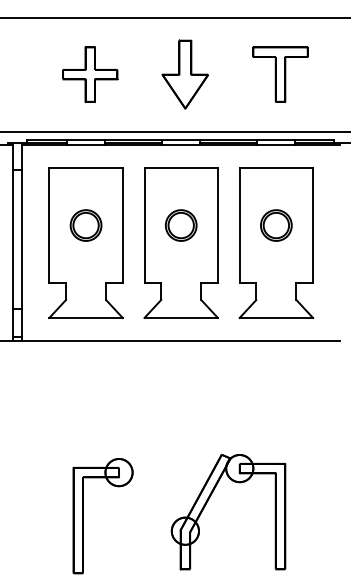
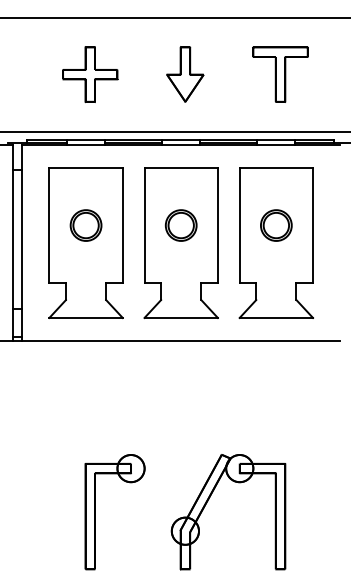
part at (184, 74) size: 48x71 px -> 39x57 px
part at (83, 516) position: (83, 516) -> (95, 512)
